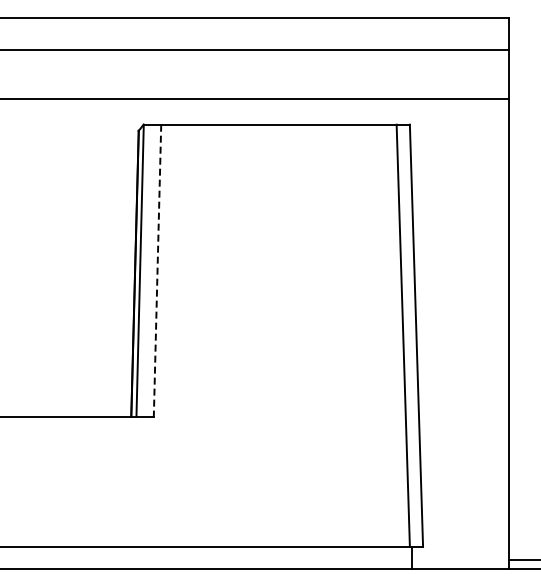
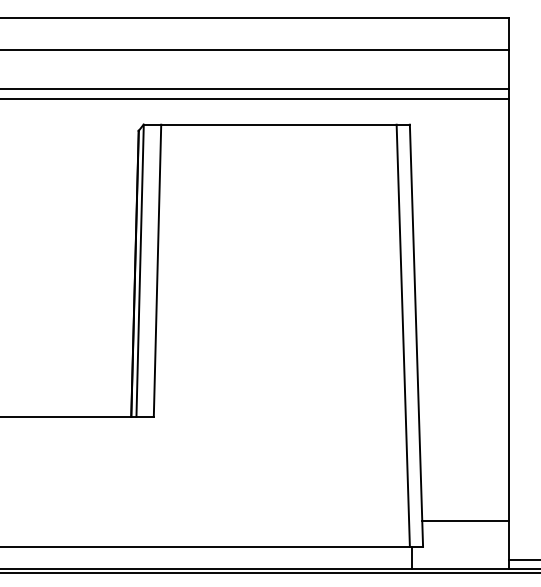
line at (255, 89): none -> present
line at (157, 271): dashed -> solid
line at (465, 520): none -> present
line at (269, 572): none -> present
